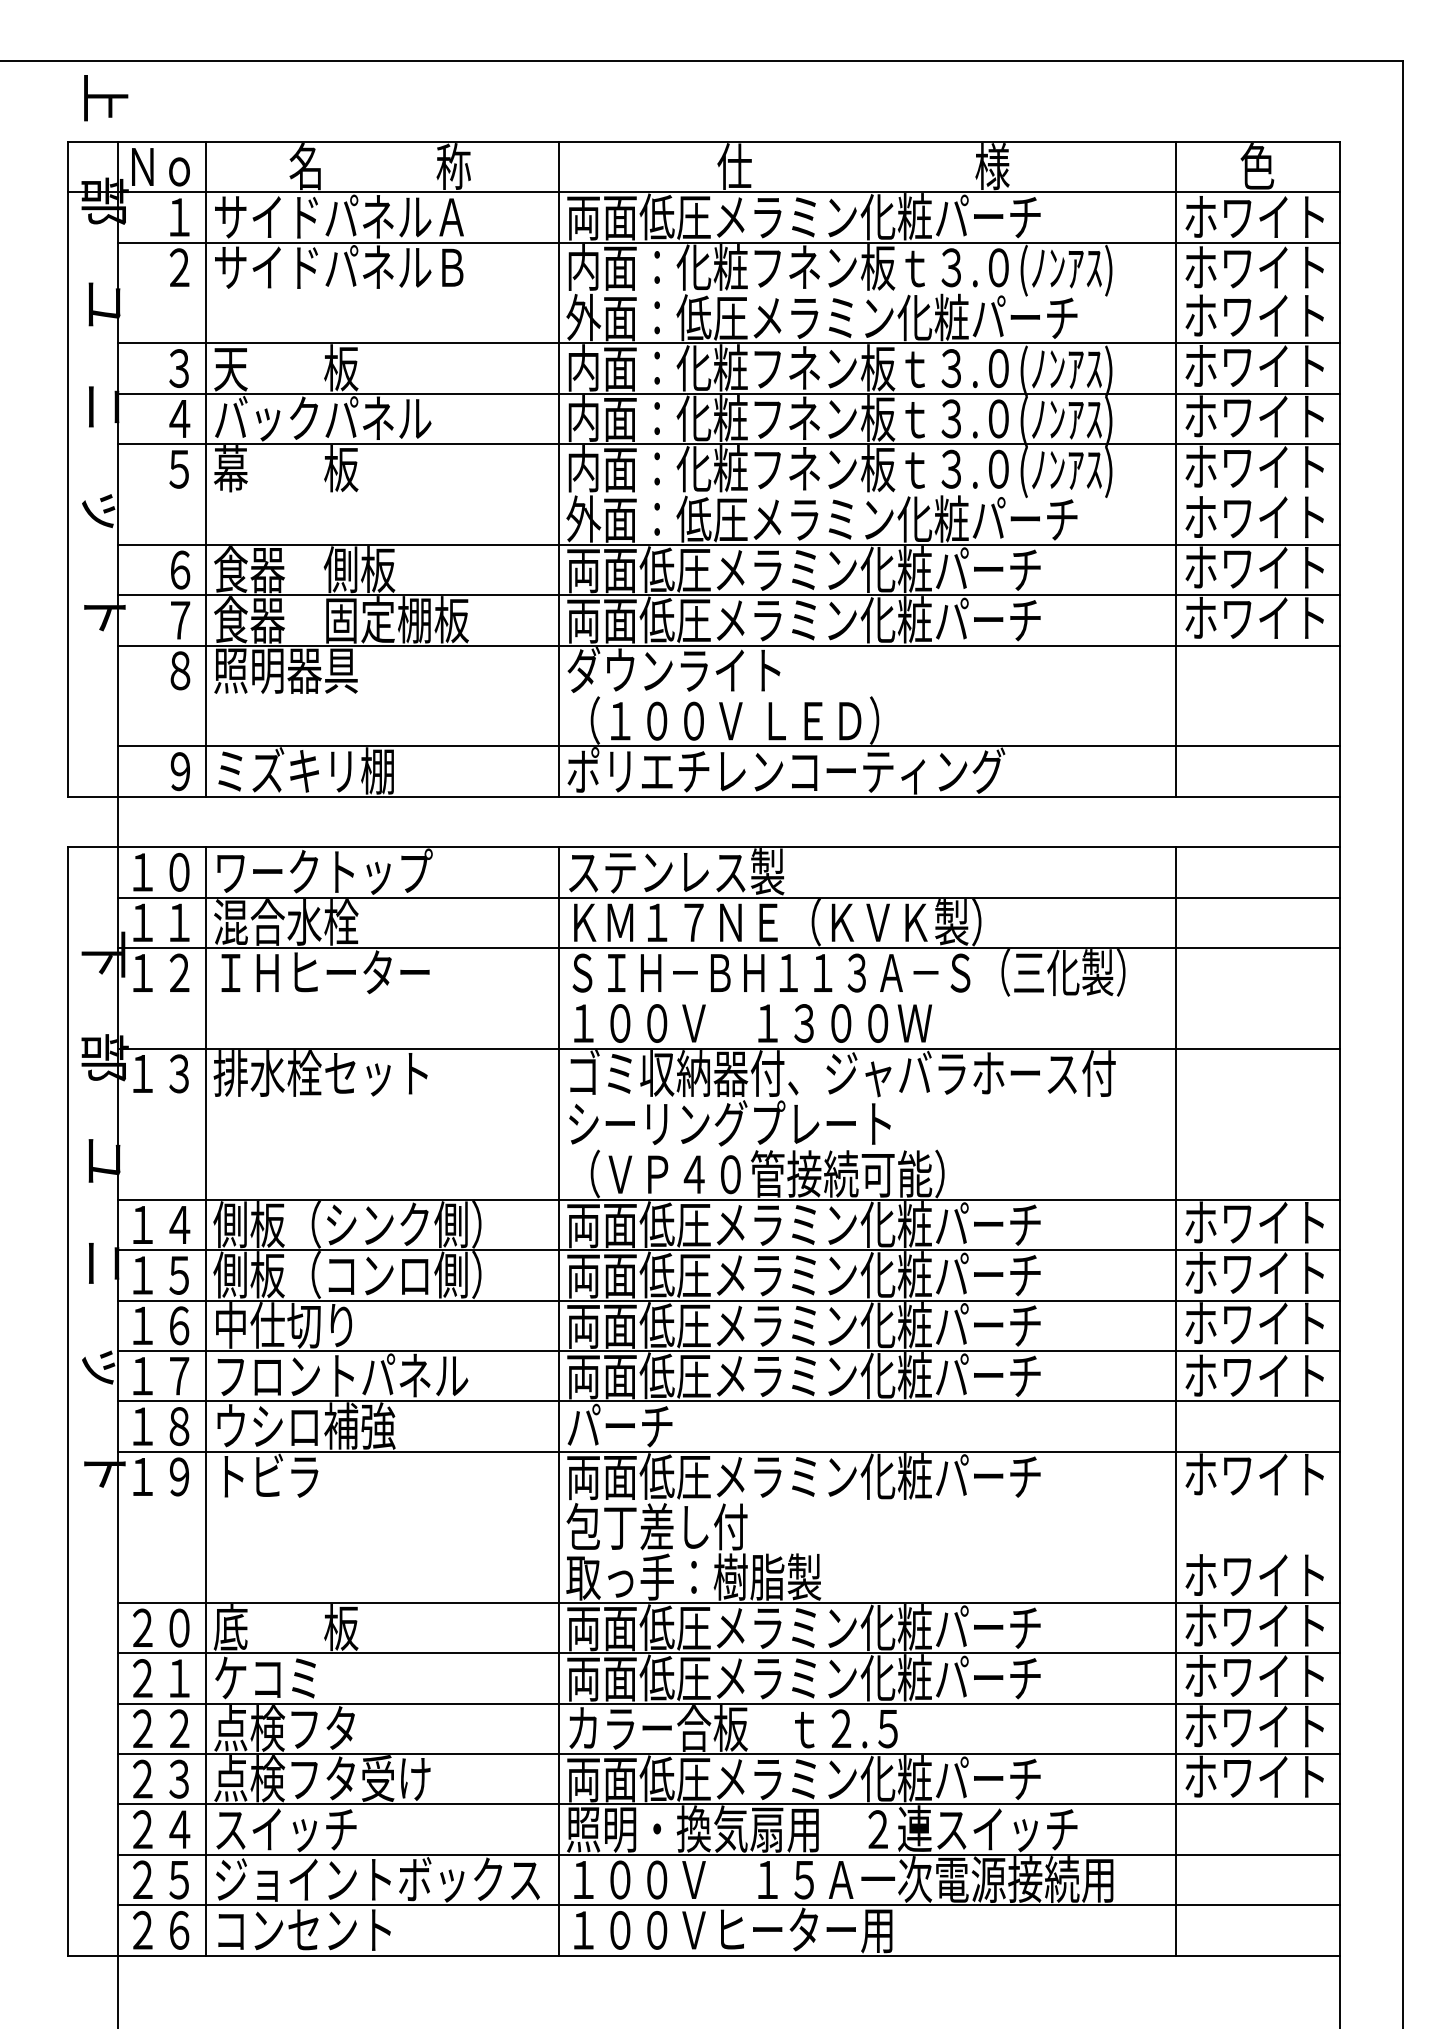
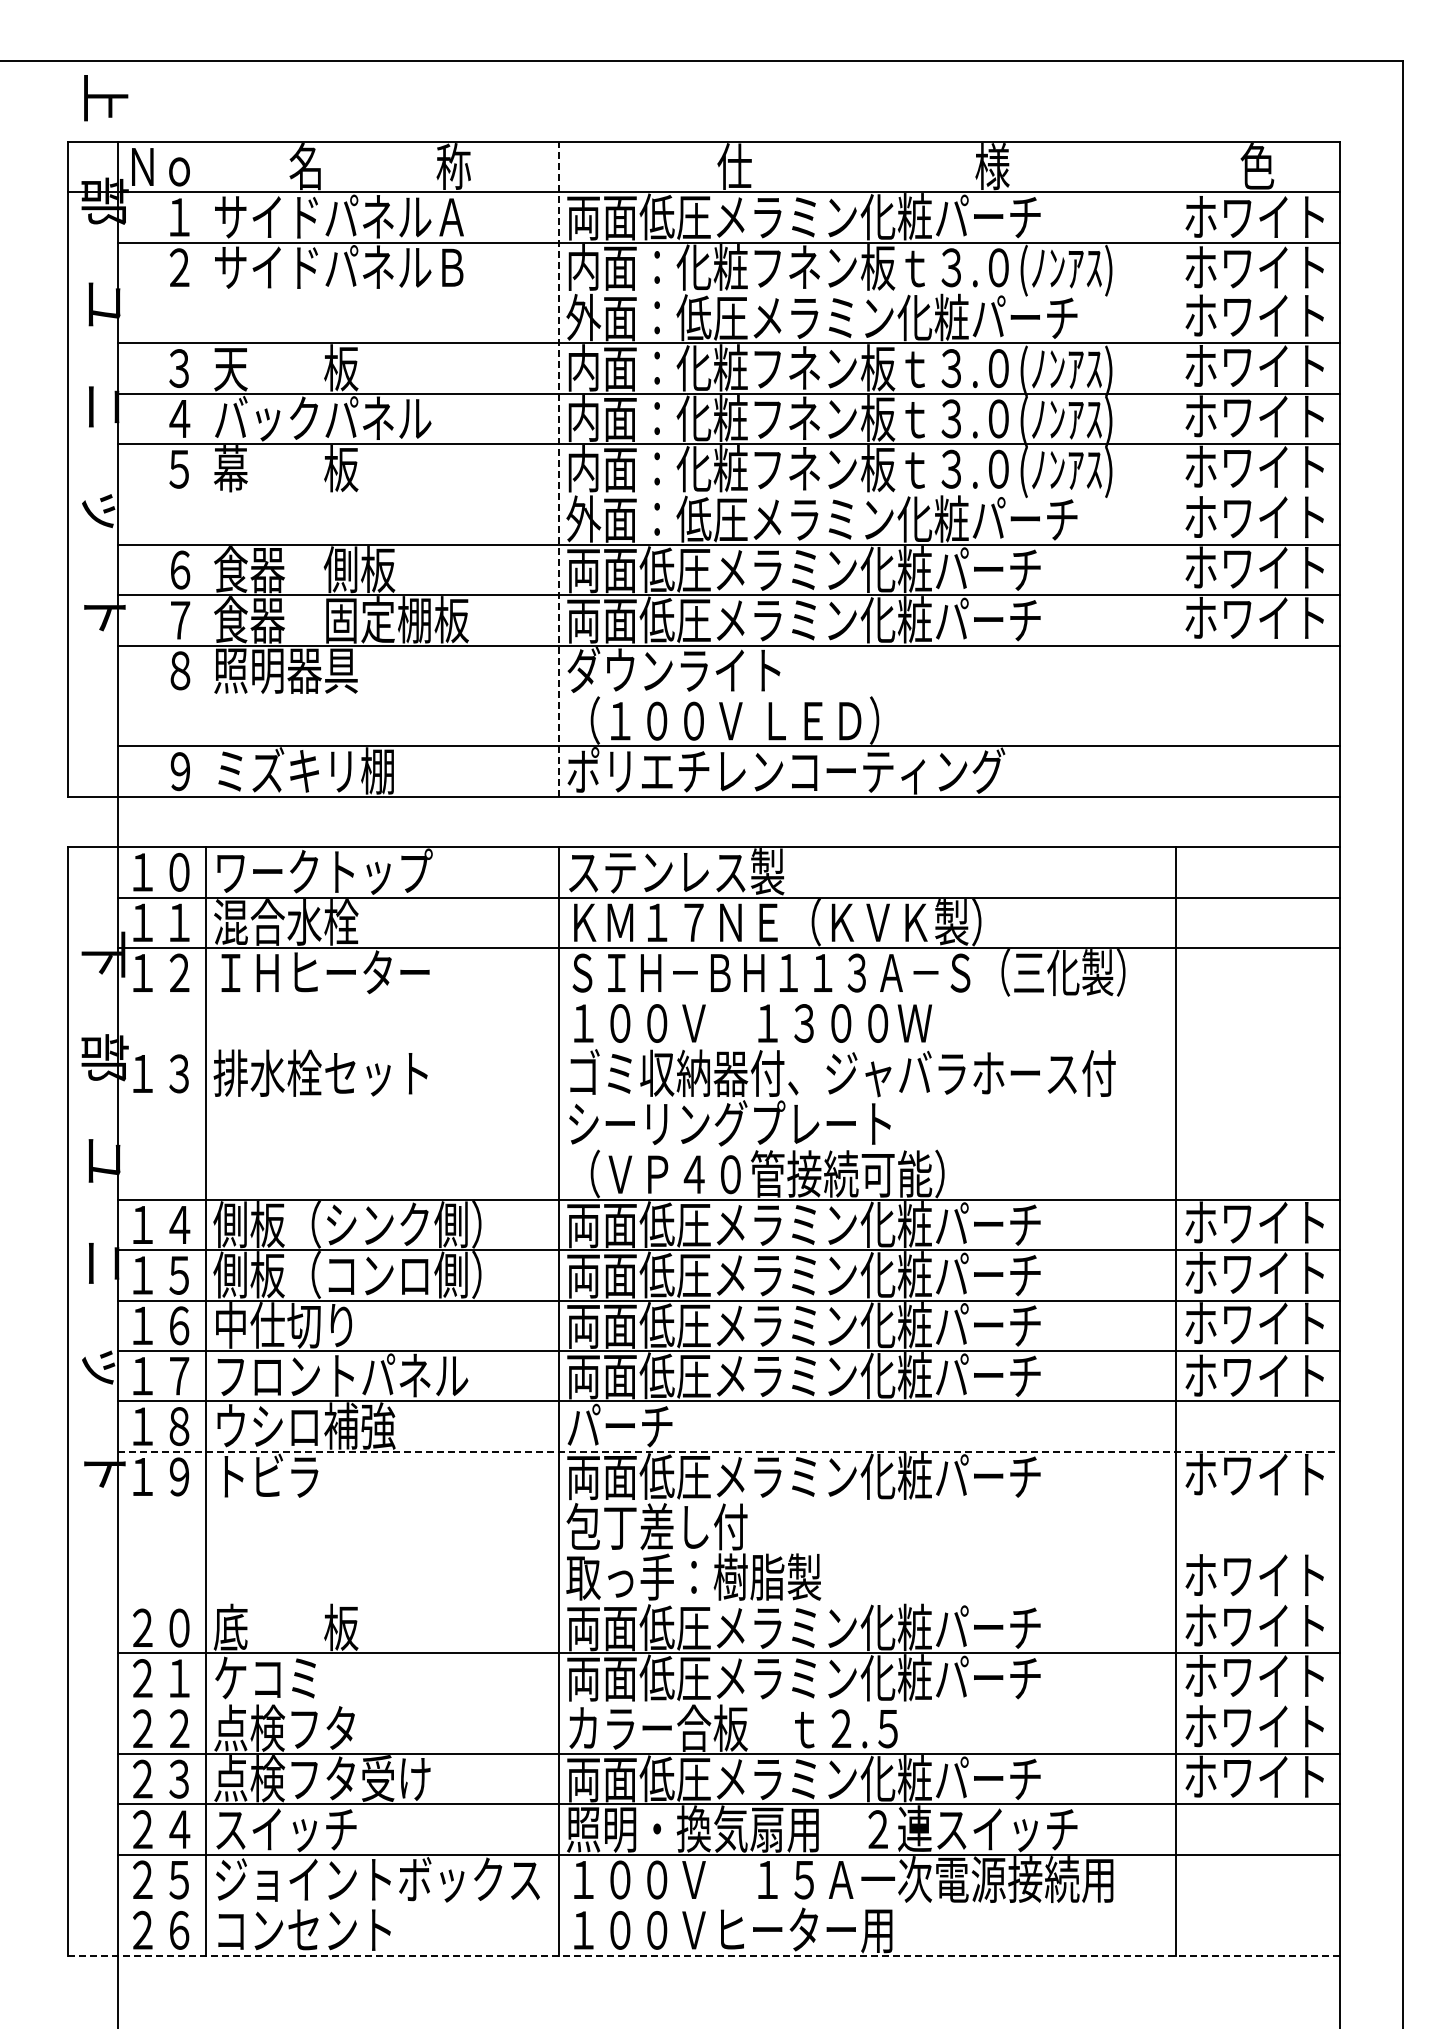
line at (206, 468): present -> none
line at (558, 468): solid -> dashed
line at (1176, 468): present -> none
line at (728, 1048): present -> none
line at (728, 1451): solid -> dashed
line at (728, 1602): present -> none
line at (728, 1703): present -> none
line at (728, 1905): present -> none
line at (704, 1955): solid -> dashed
